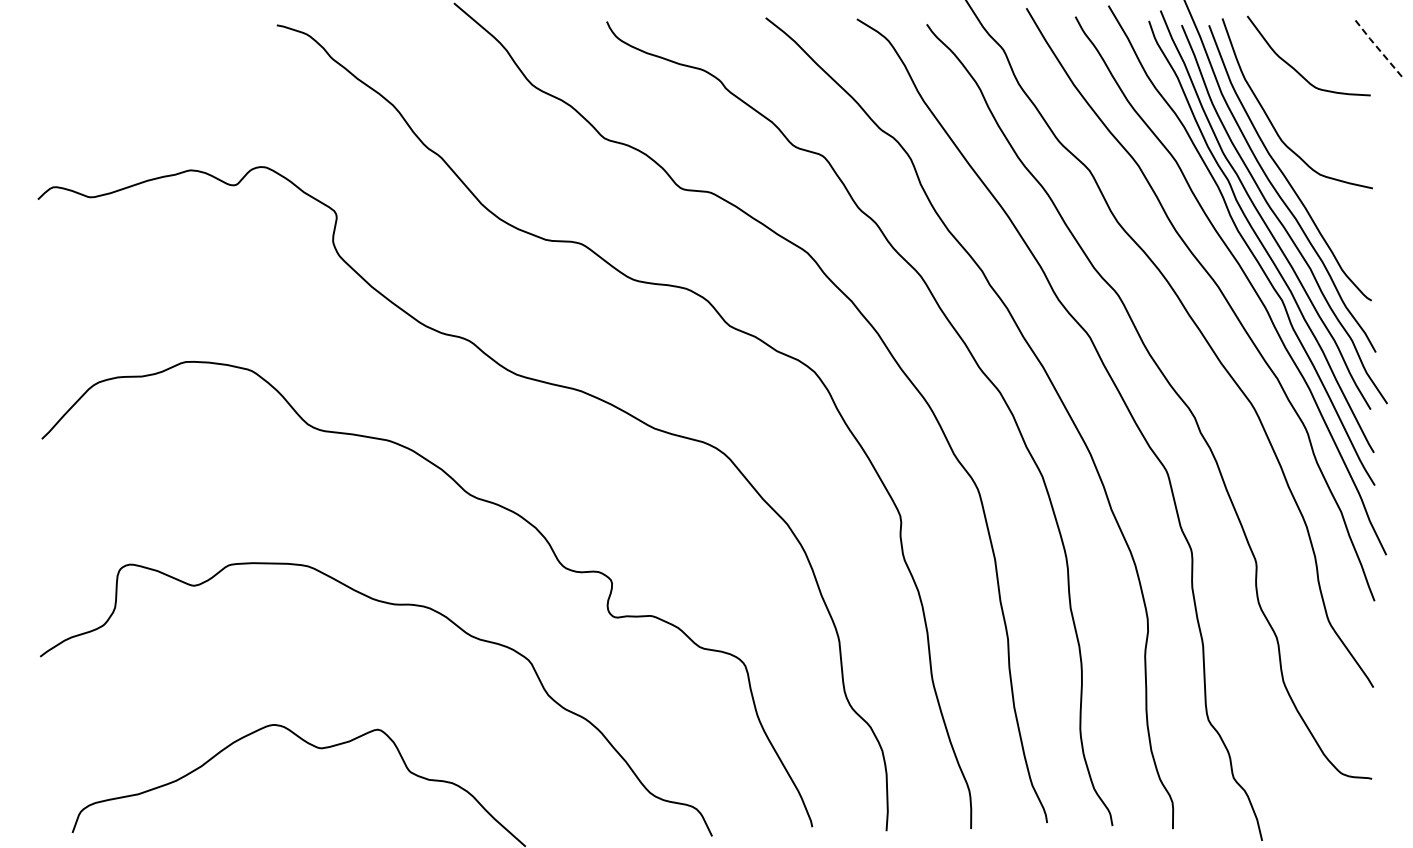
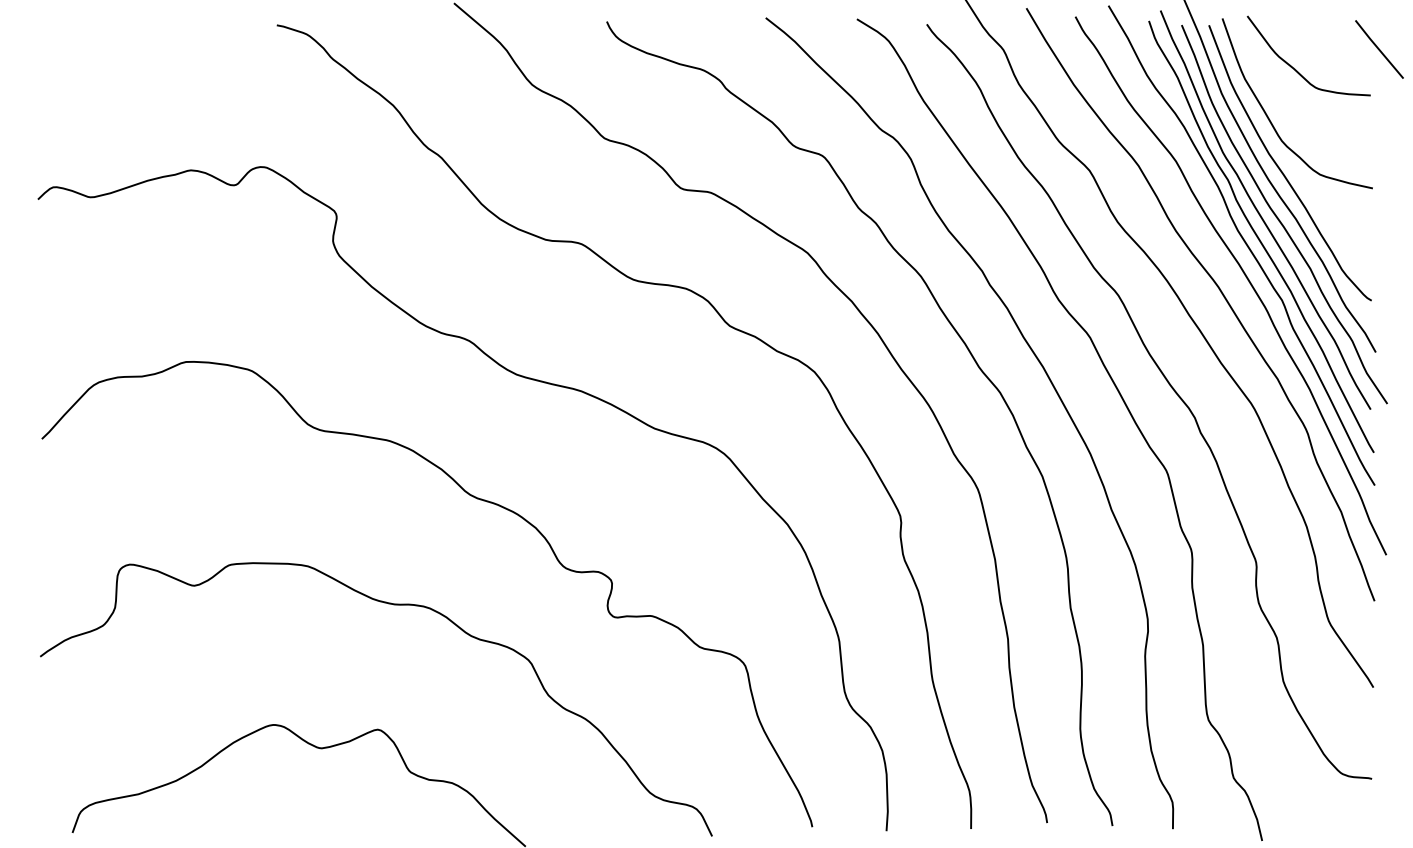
line at (1379, 49): dashed -> solid
